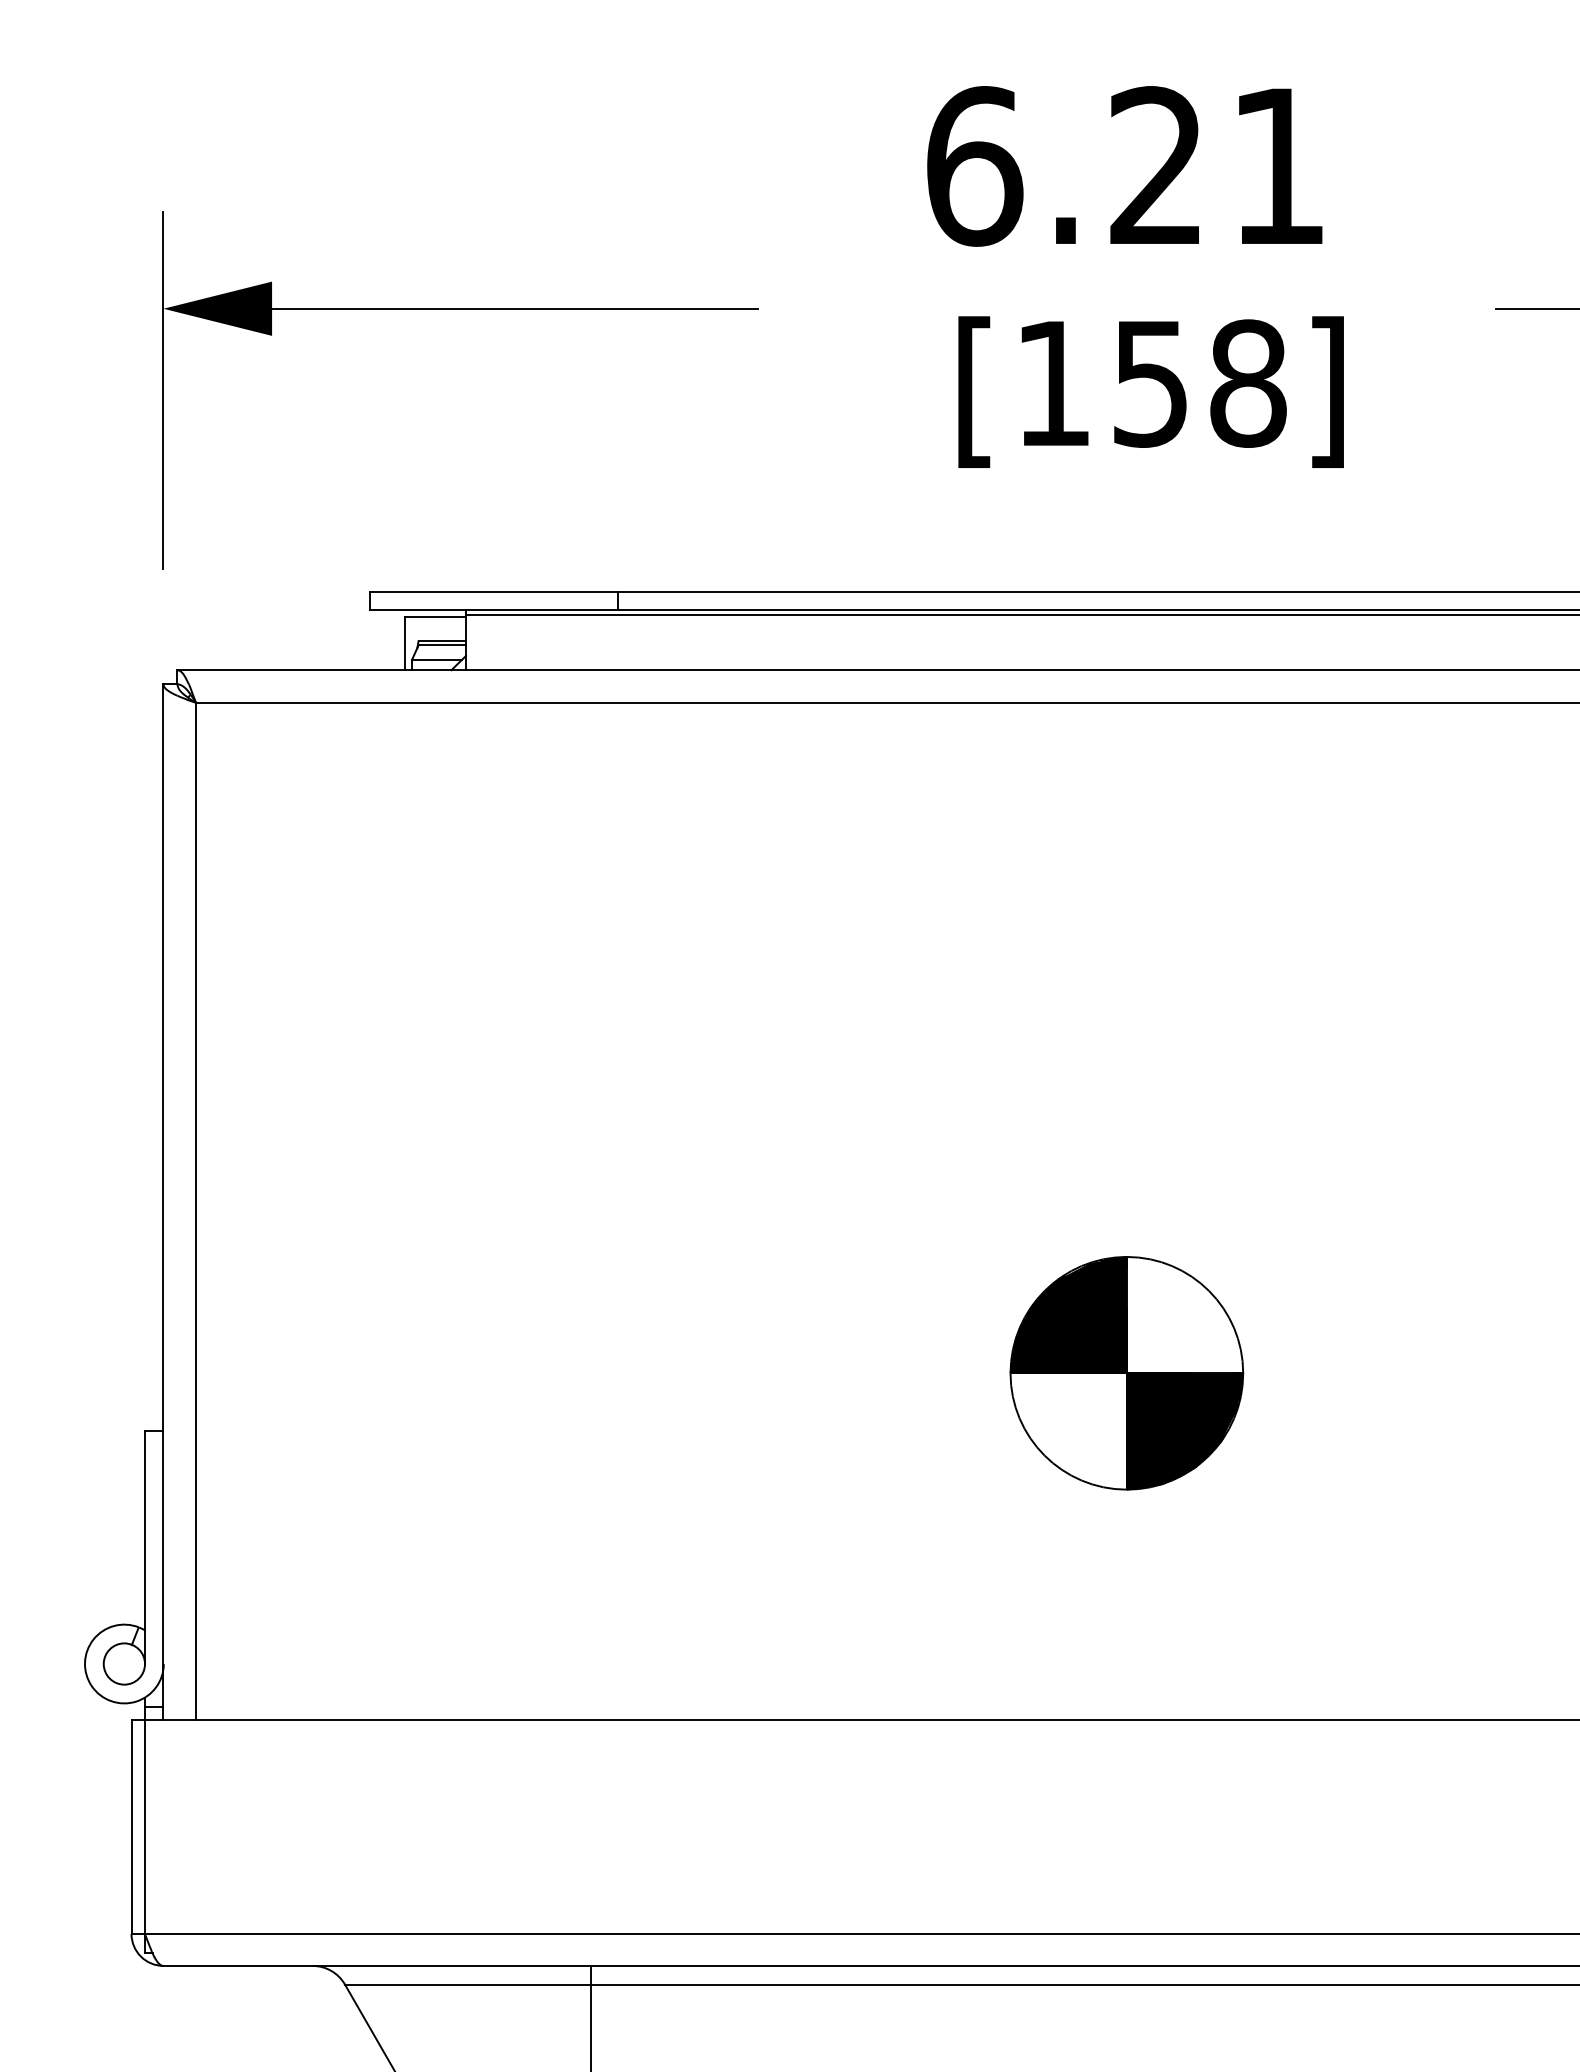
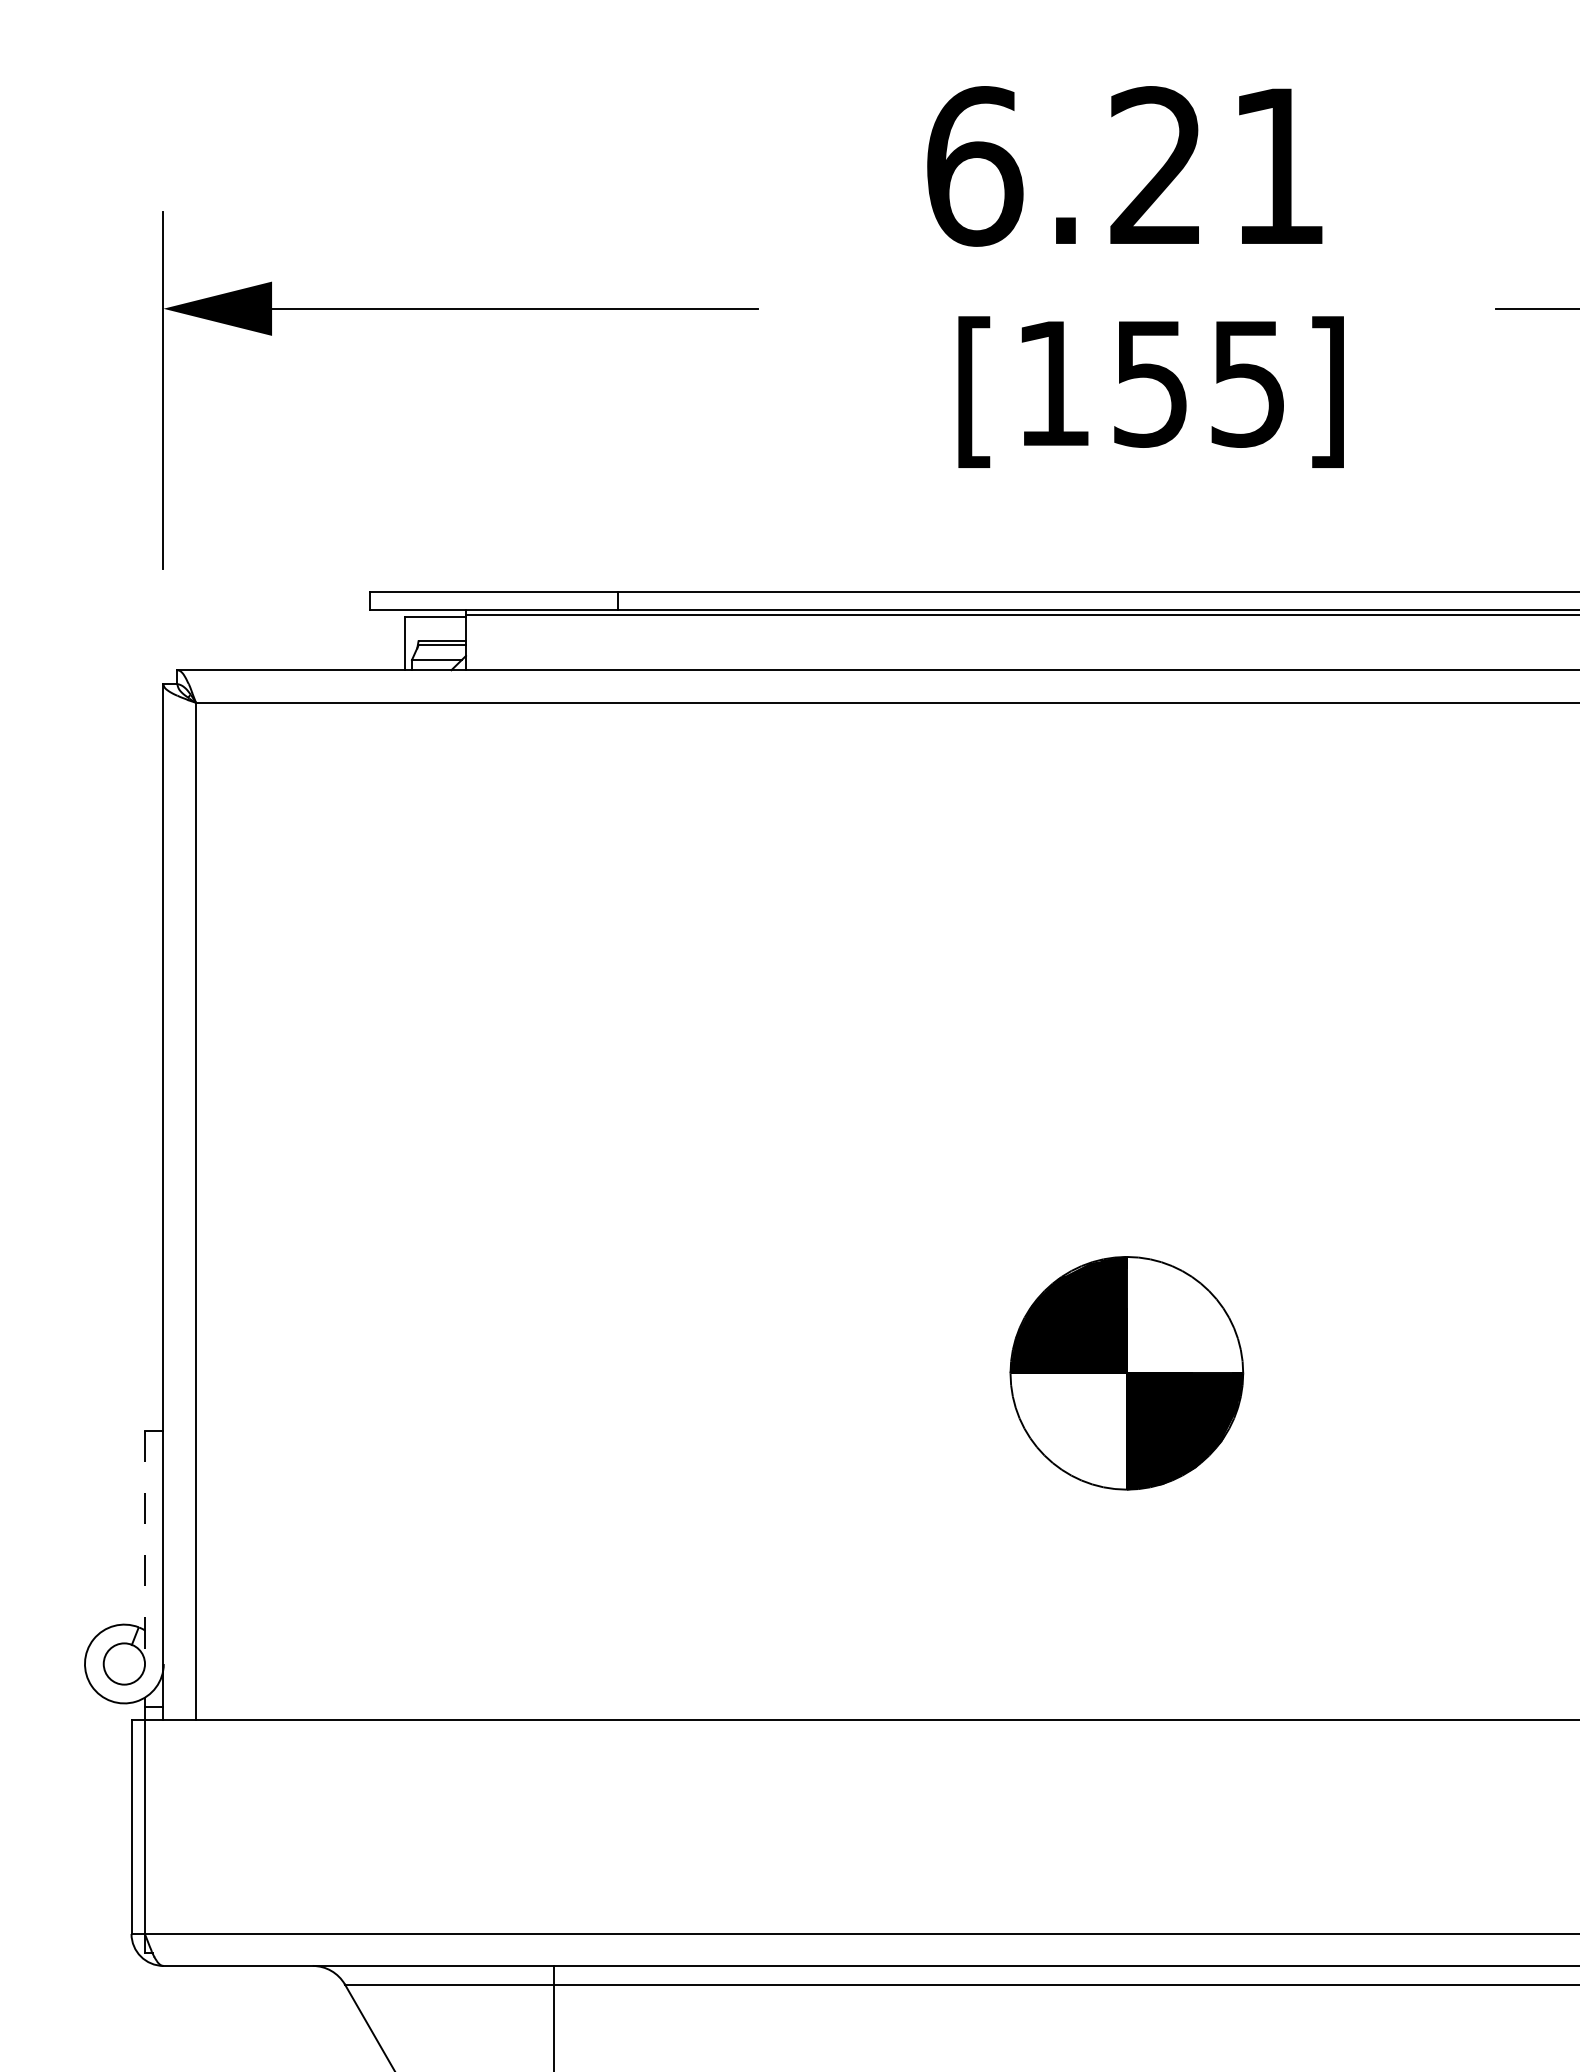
text at (1248, 383): [158] -> [155]
line at (144, 1548): solid -> dashed
line at (591, 2016) position: (591, 2016) -> (554, 2016)
